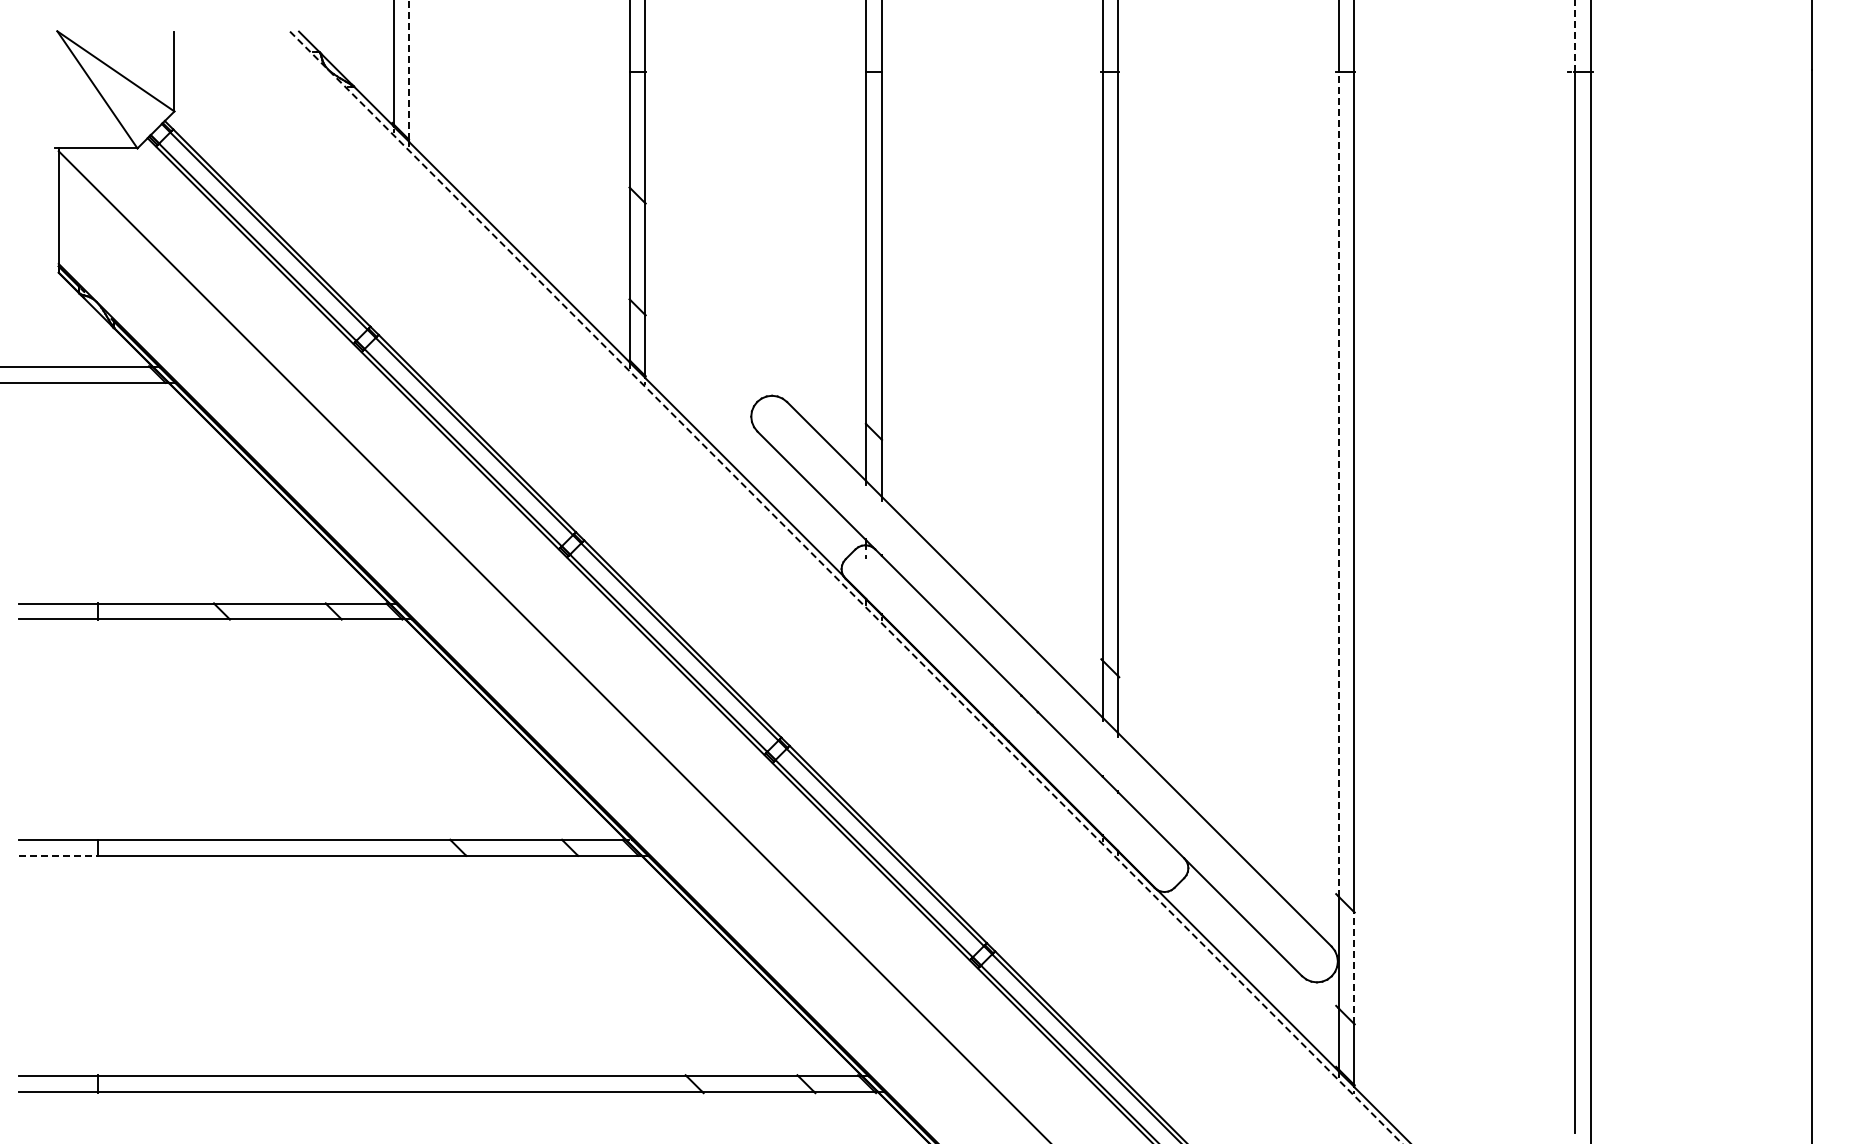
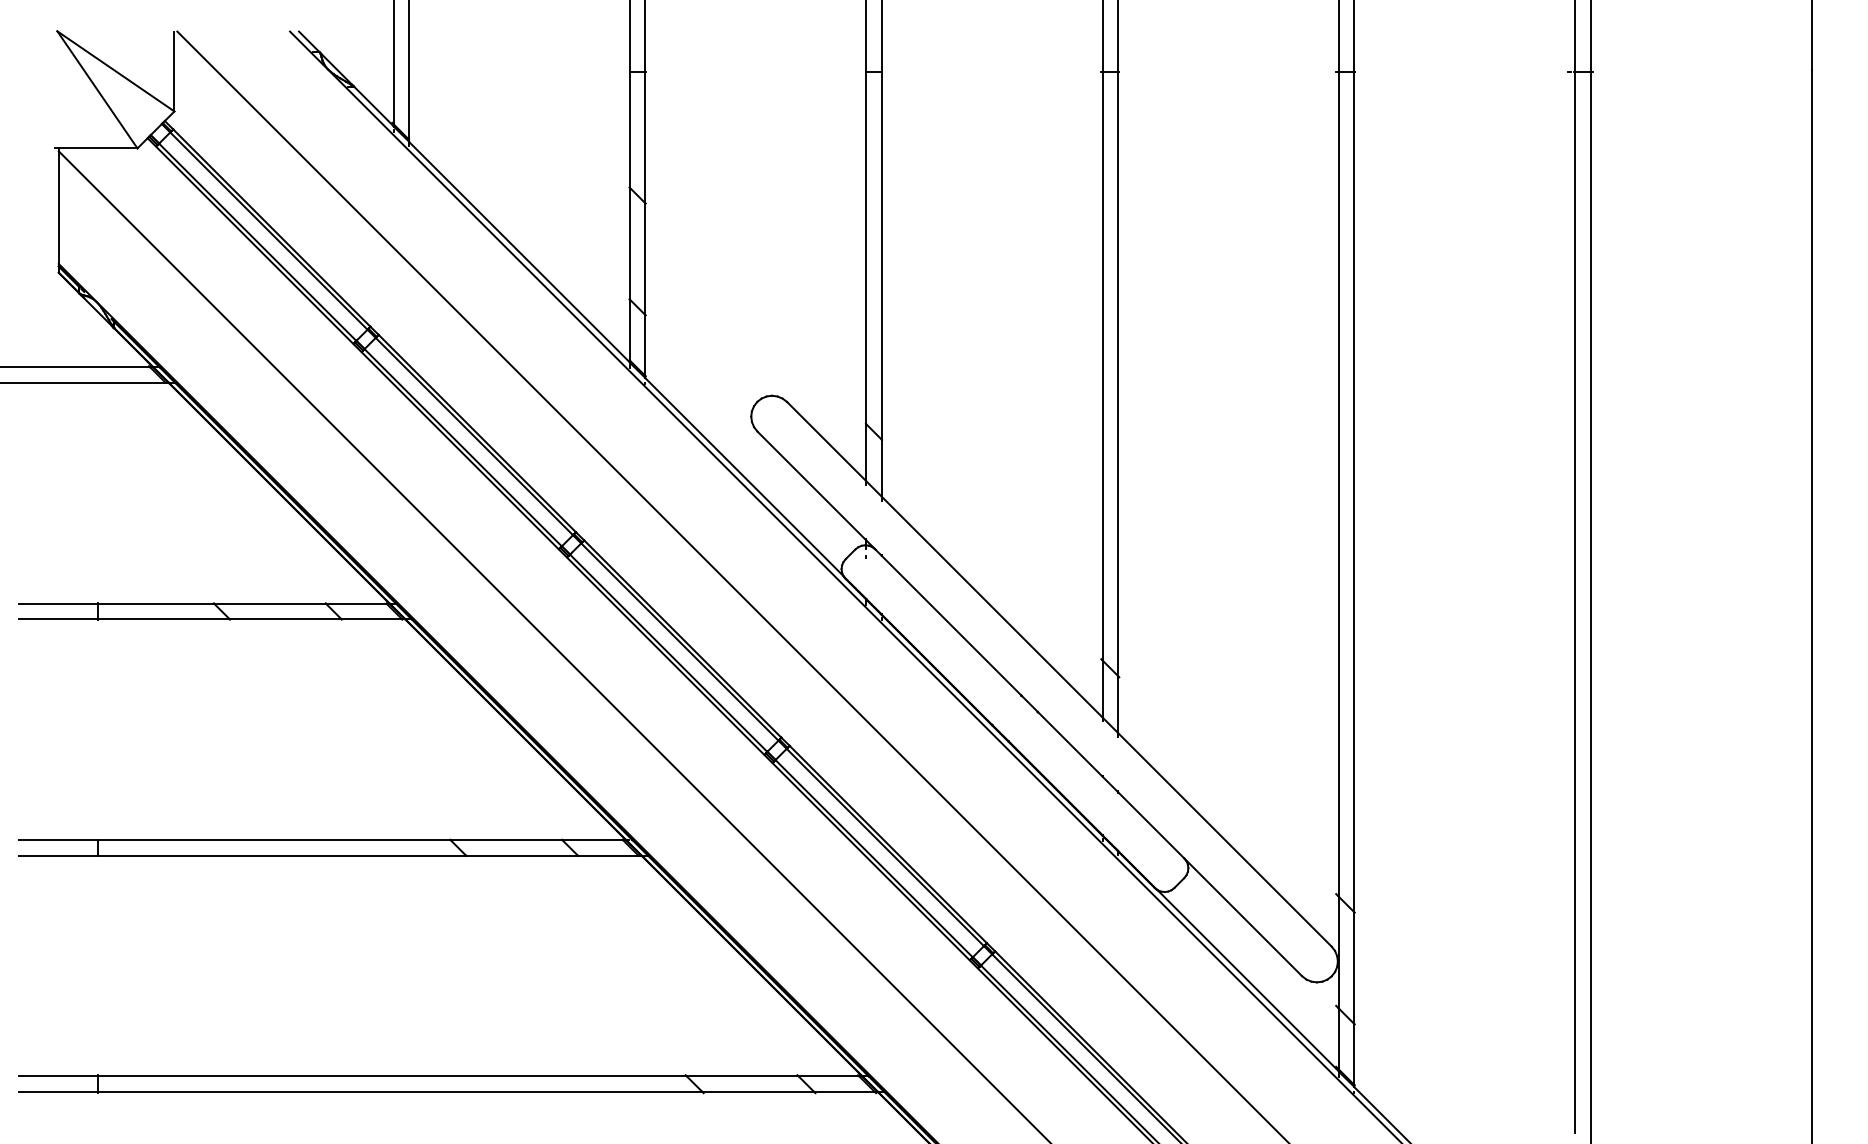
line at (1575, 36): dashed -> solid
line at (409, 69): dashed -> solid
line at (1338, 483): dashed -> solid
line at (731, 585): none -> present
line at (846, 587): dashed -> solid
line at (58, 855): dashed -> solid
line at (1354, 968): dashed -> solid
